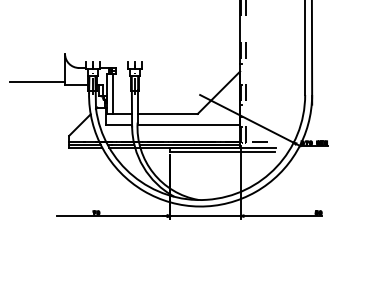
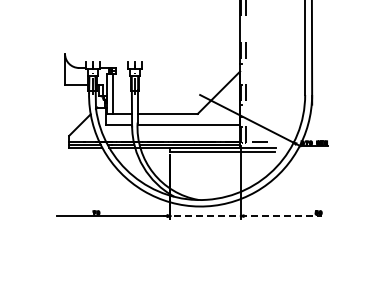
line at (37, 82): present -> none
line at (243, 216): solid -> dashed
